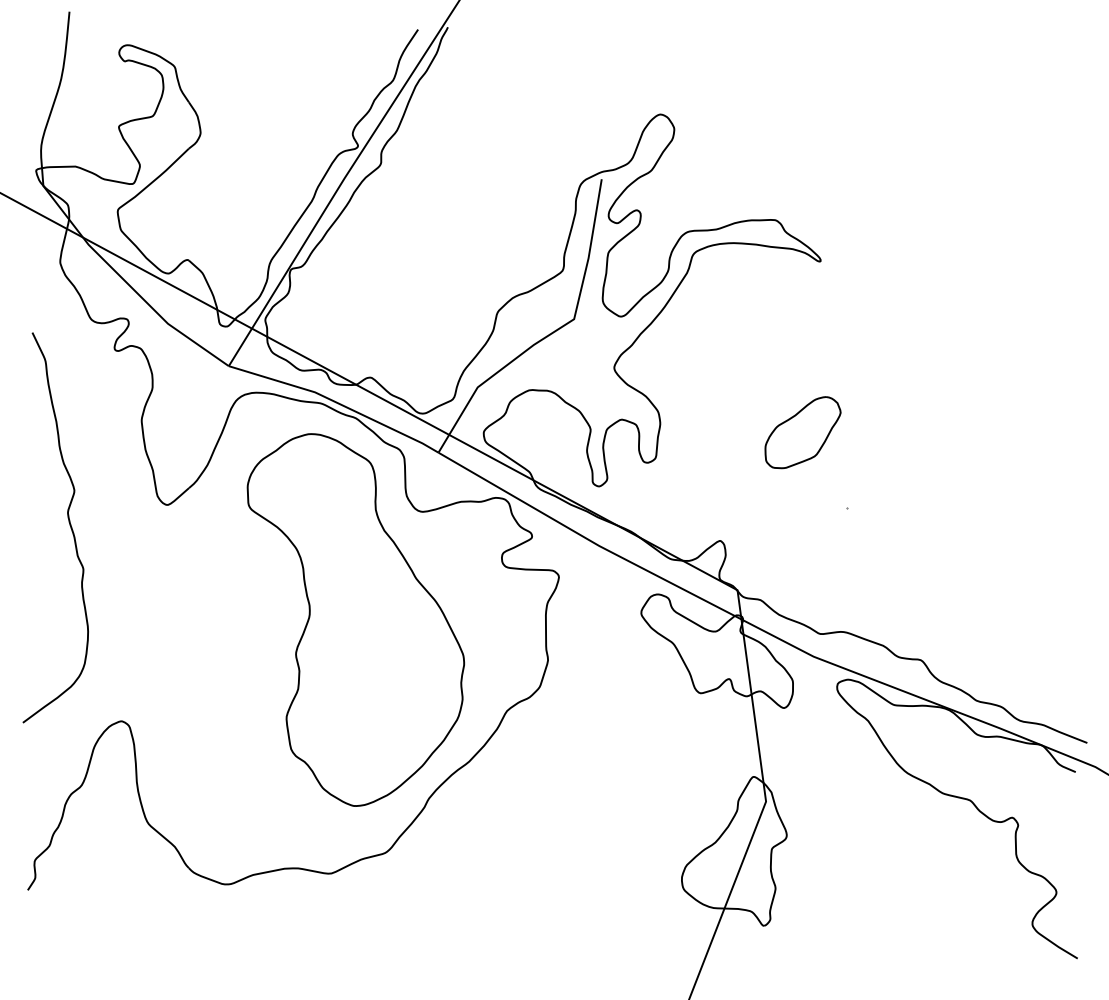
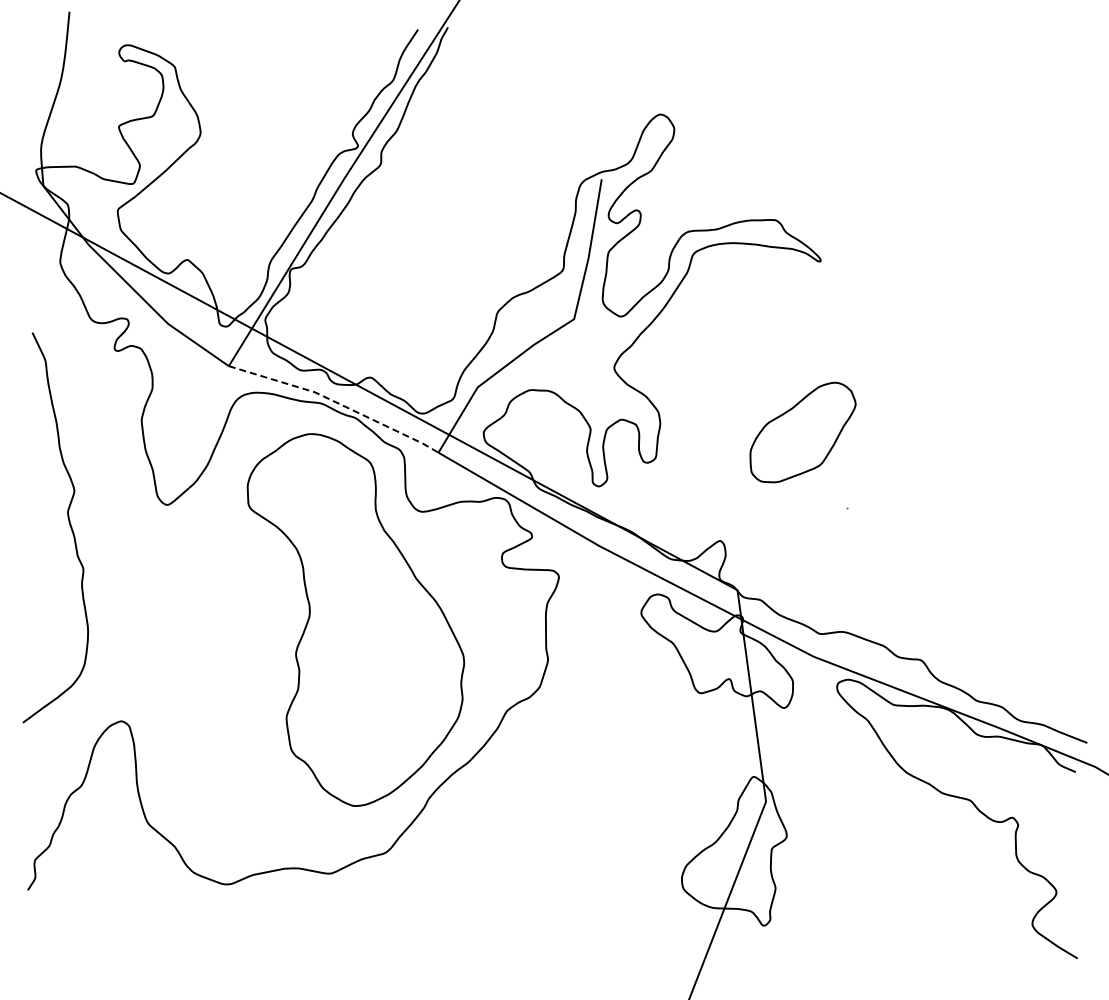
line at (336, 402): solid -> dashed
part at (802, 432) size: 78x74 px -> 108x103 px
